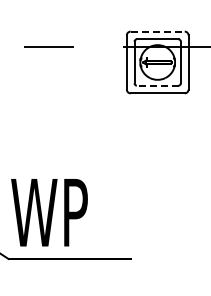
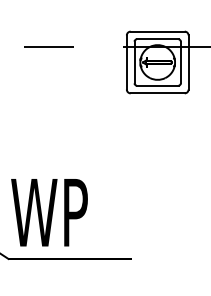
line at (158, 31): dashed -> solid
line at (157, 85): dashed -> solid
